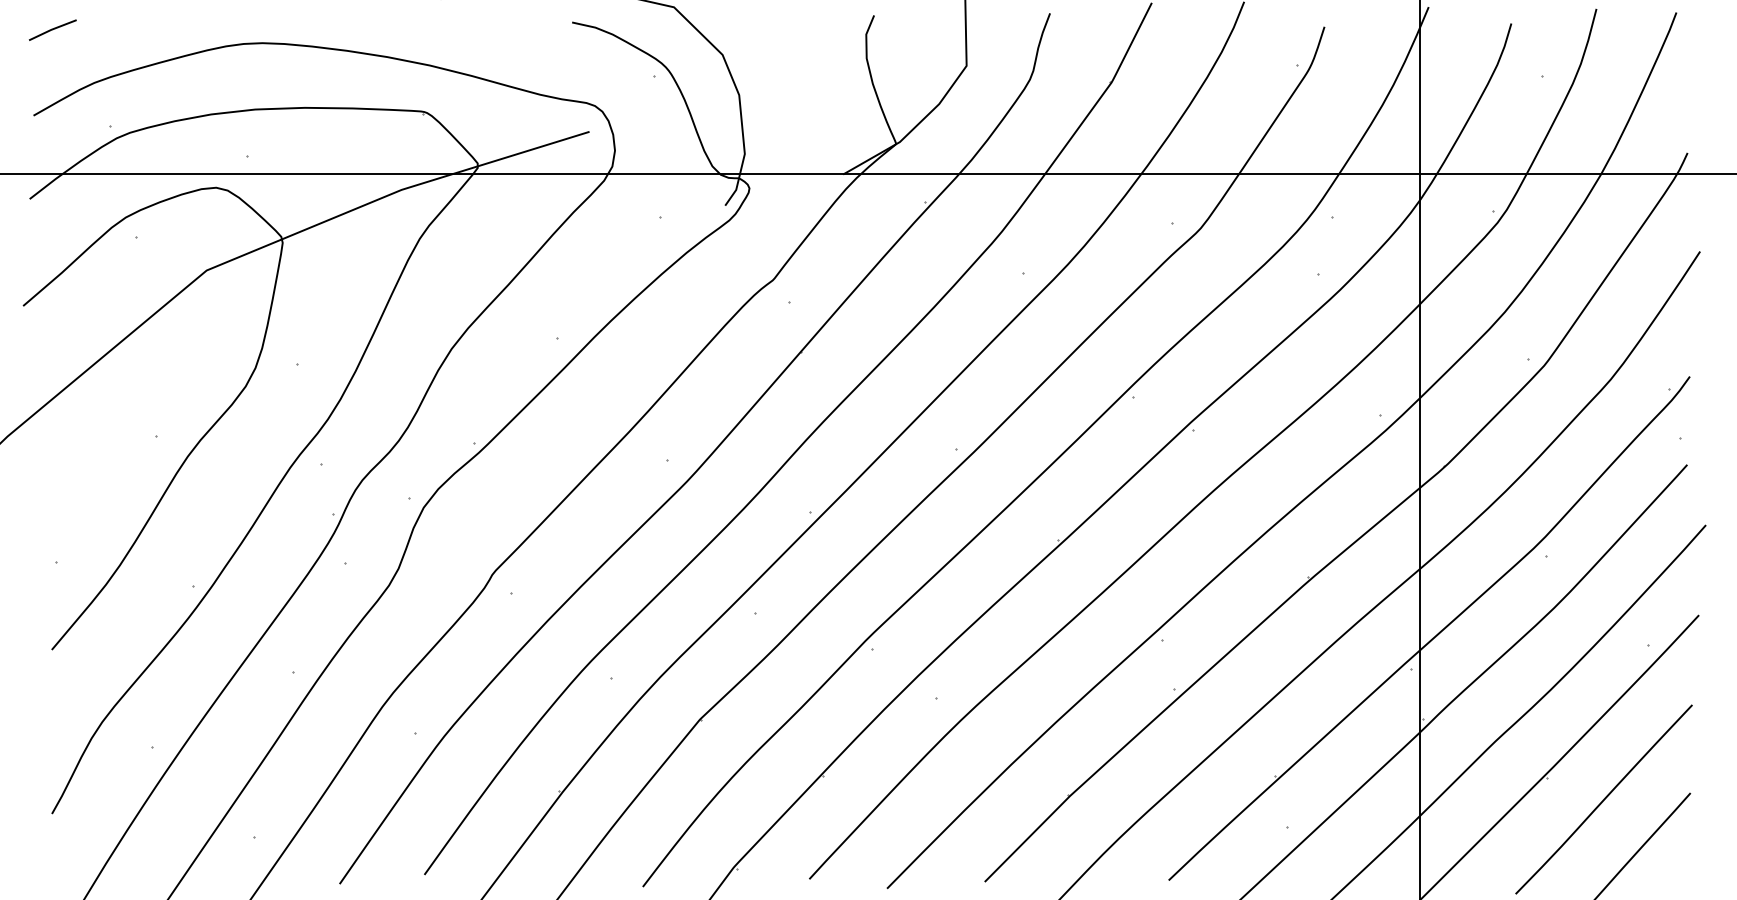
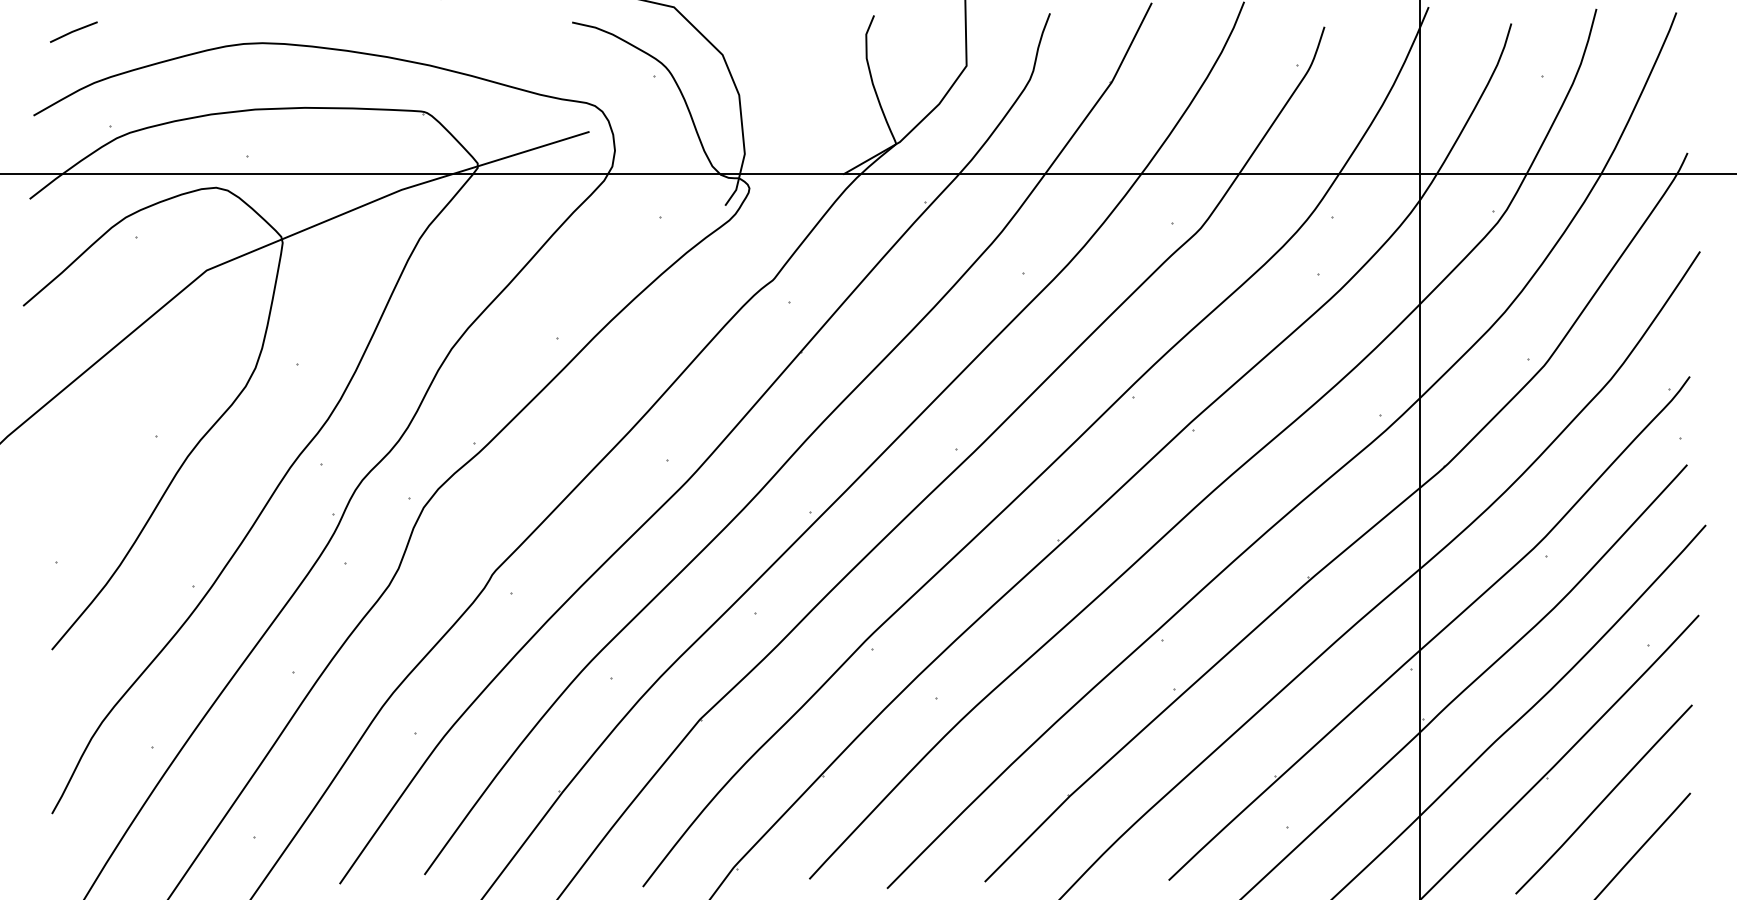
line at (52, 29) position: (52, 29) -> (73, 31)
